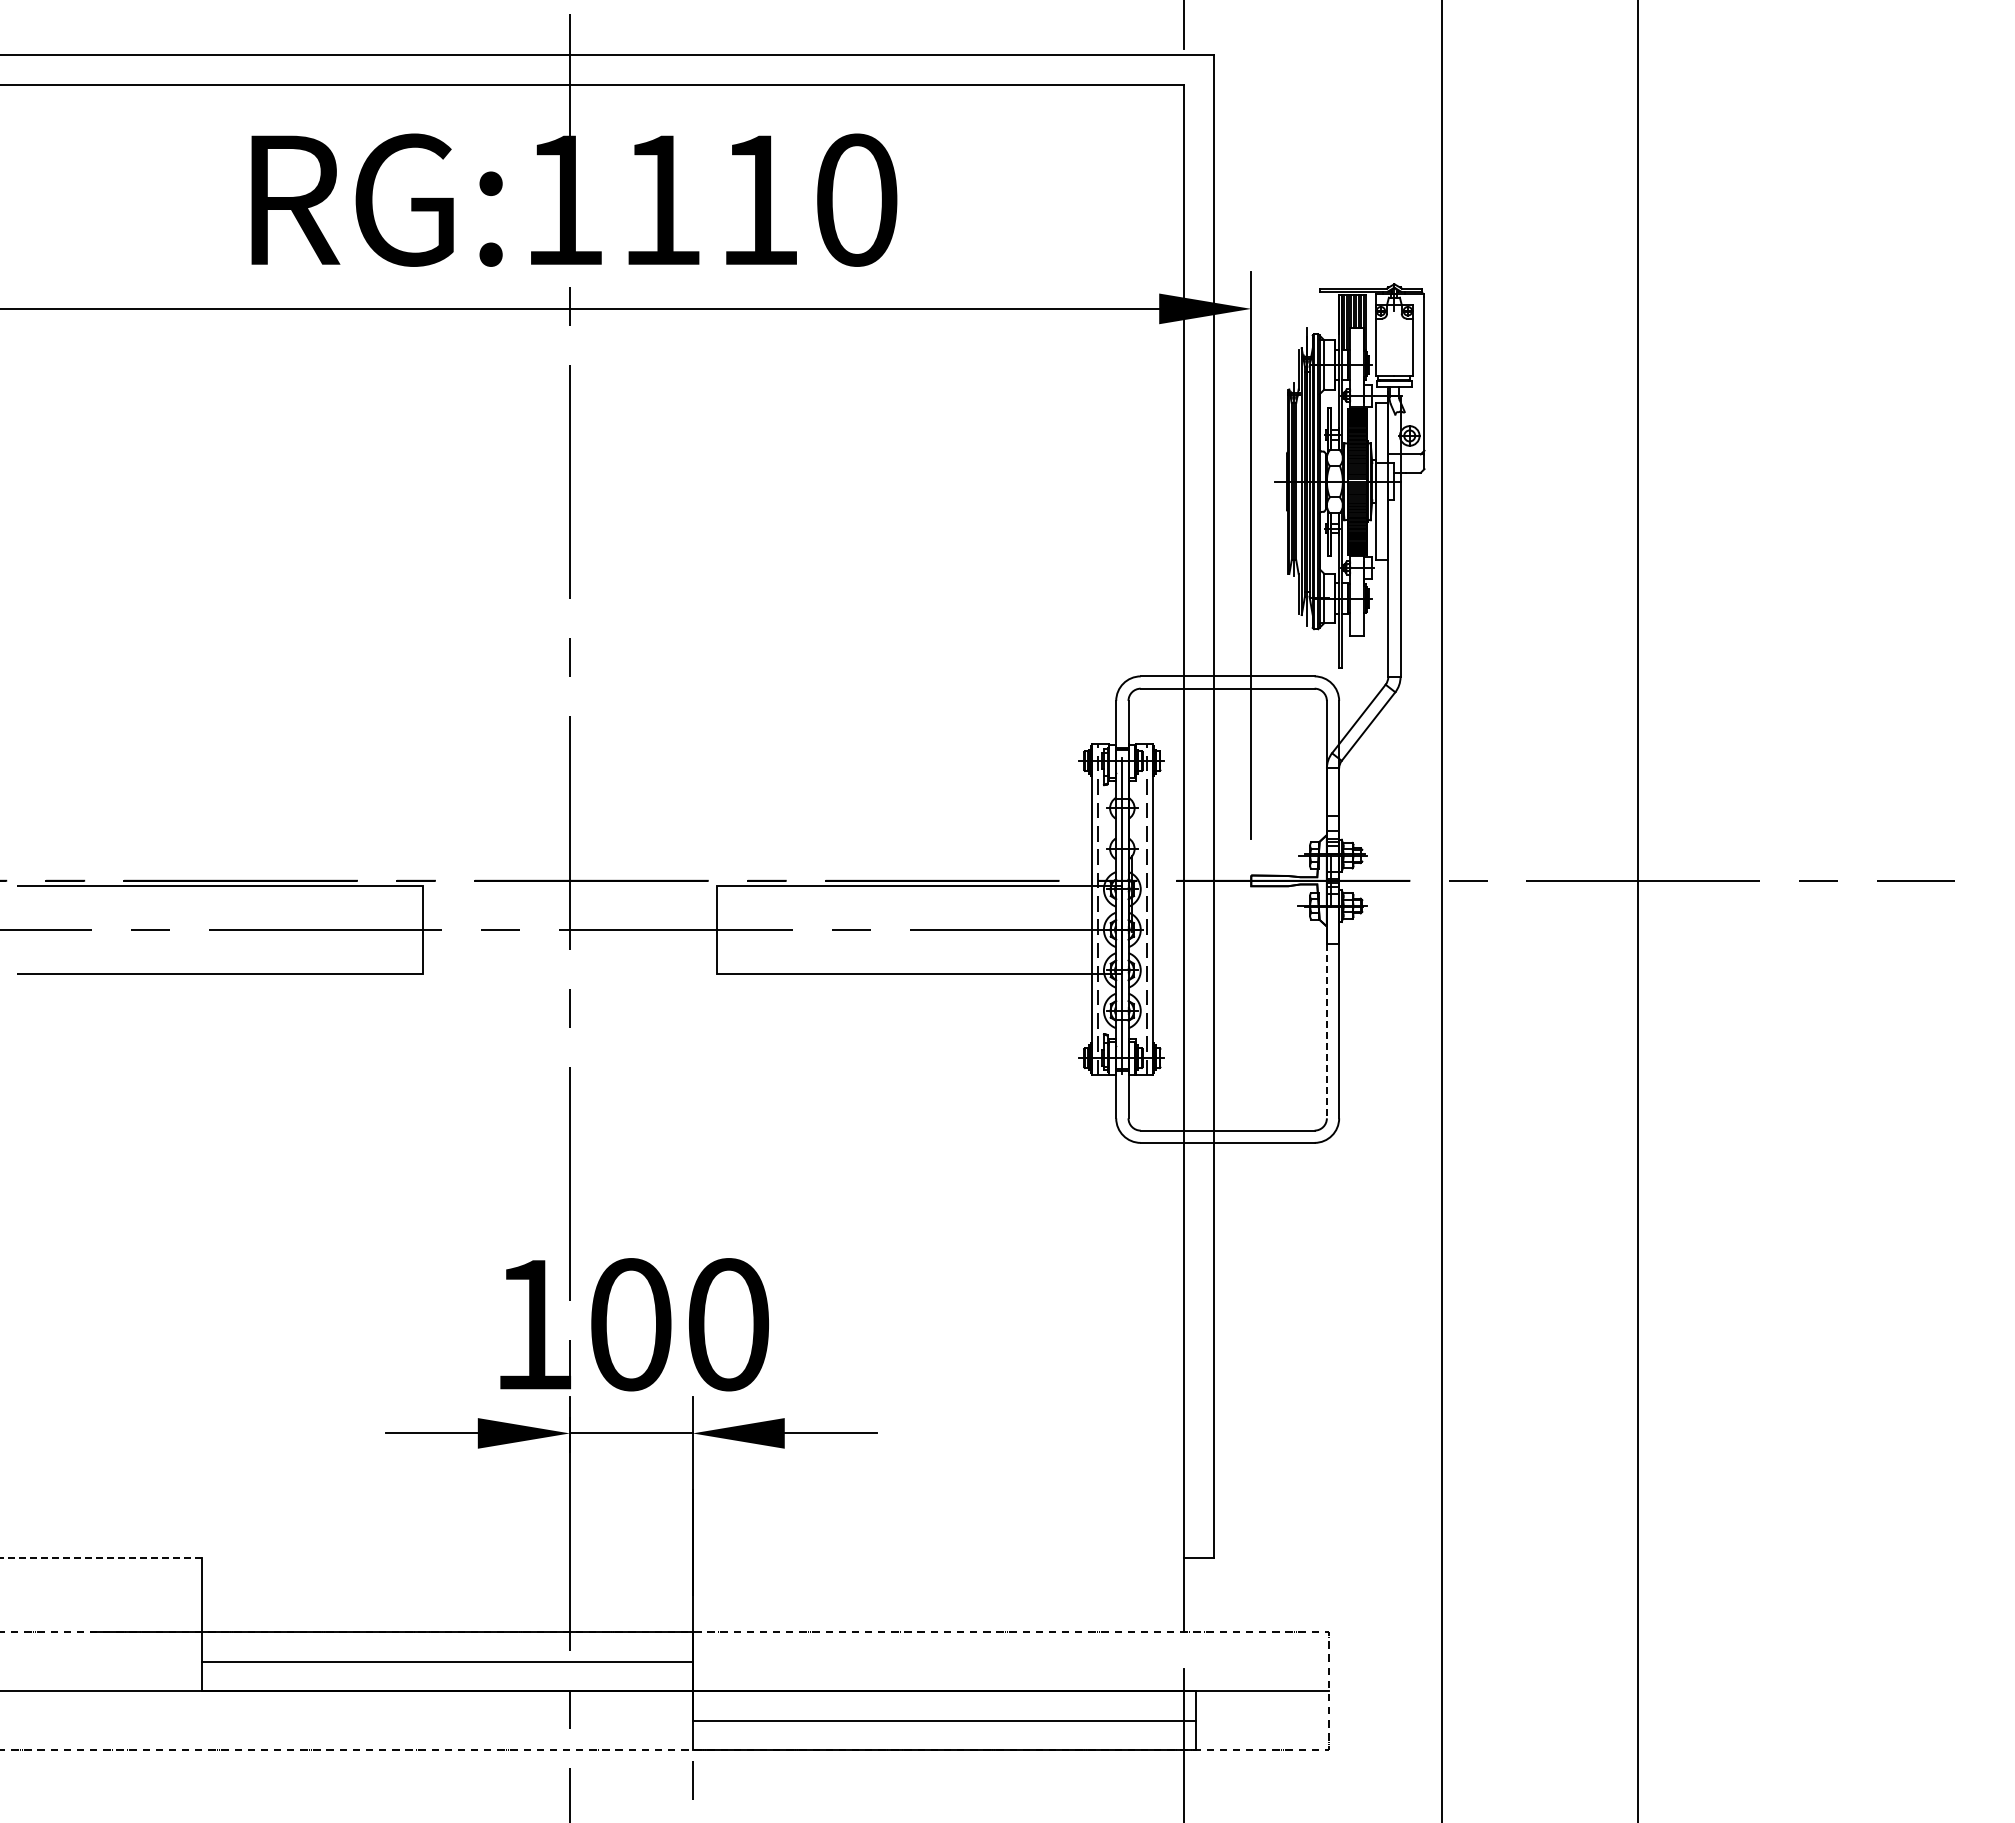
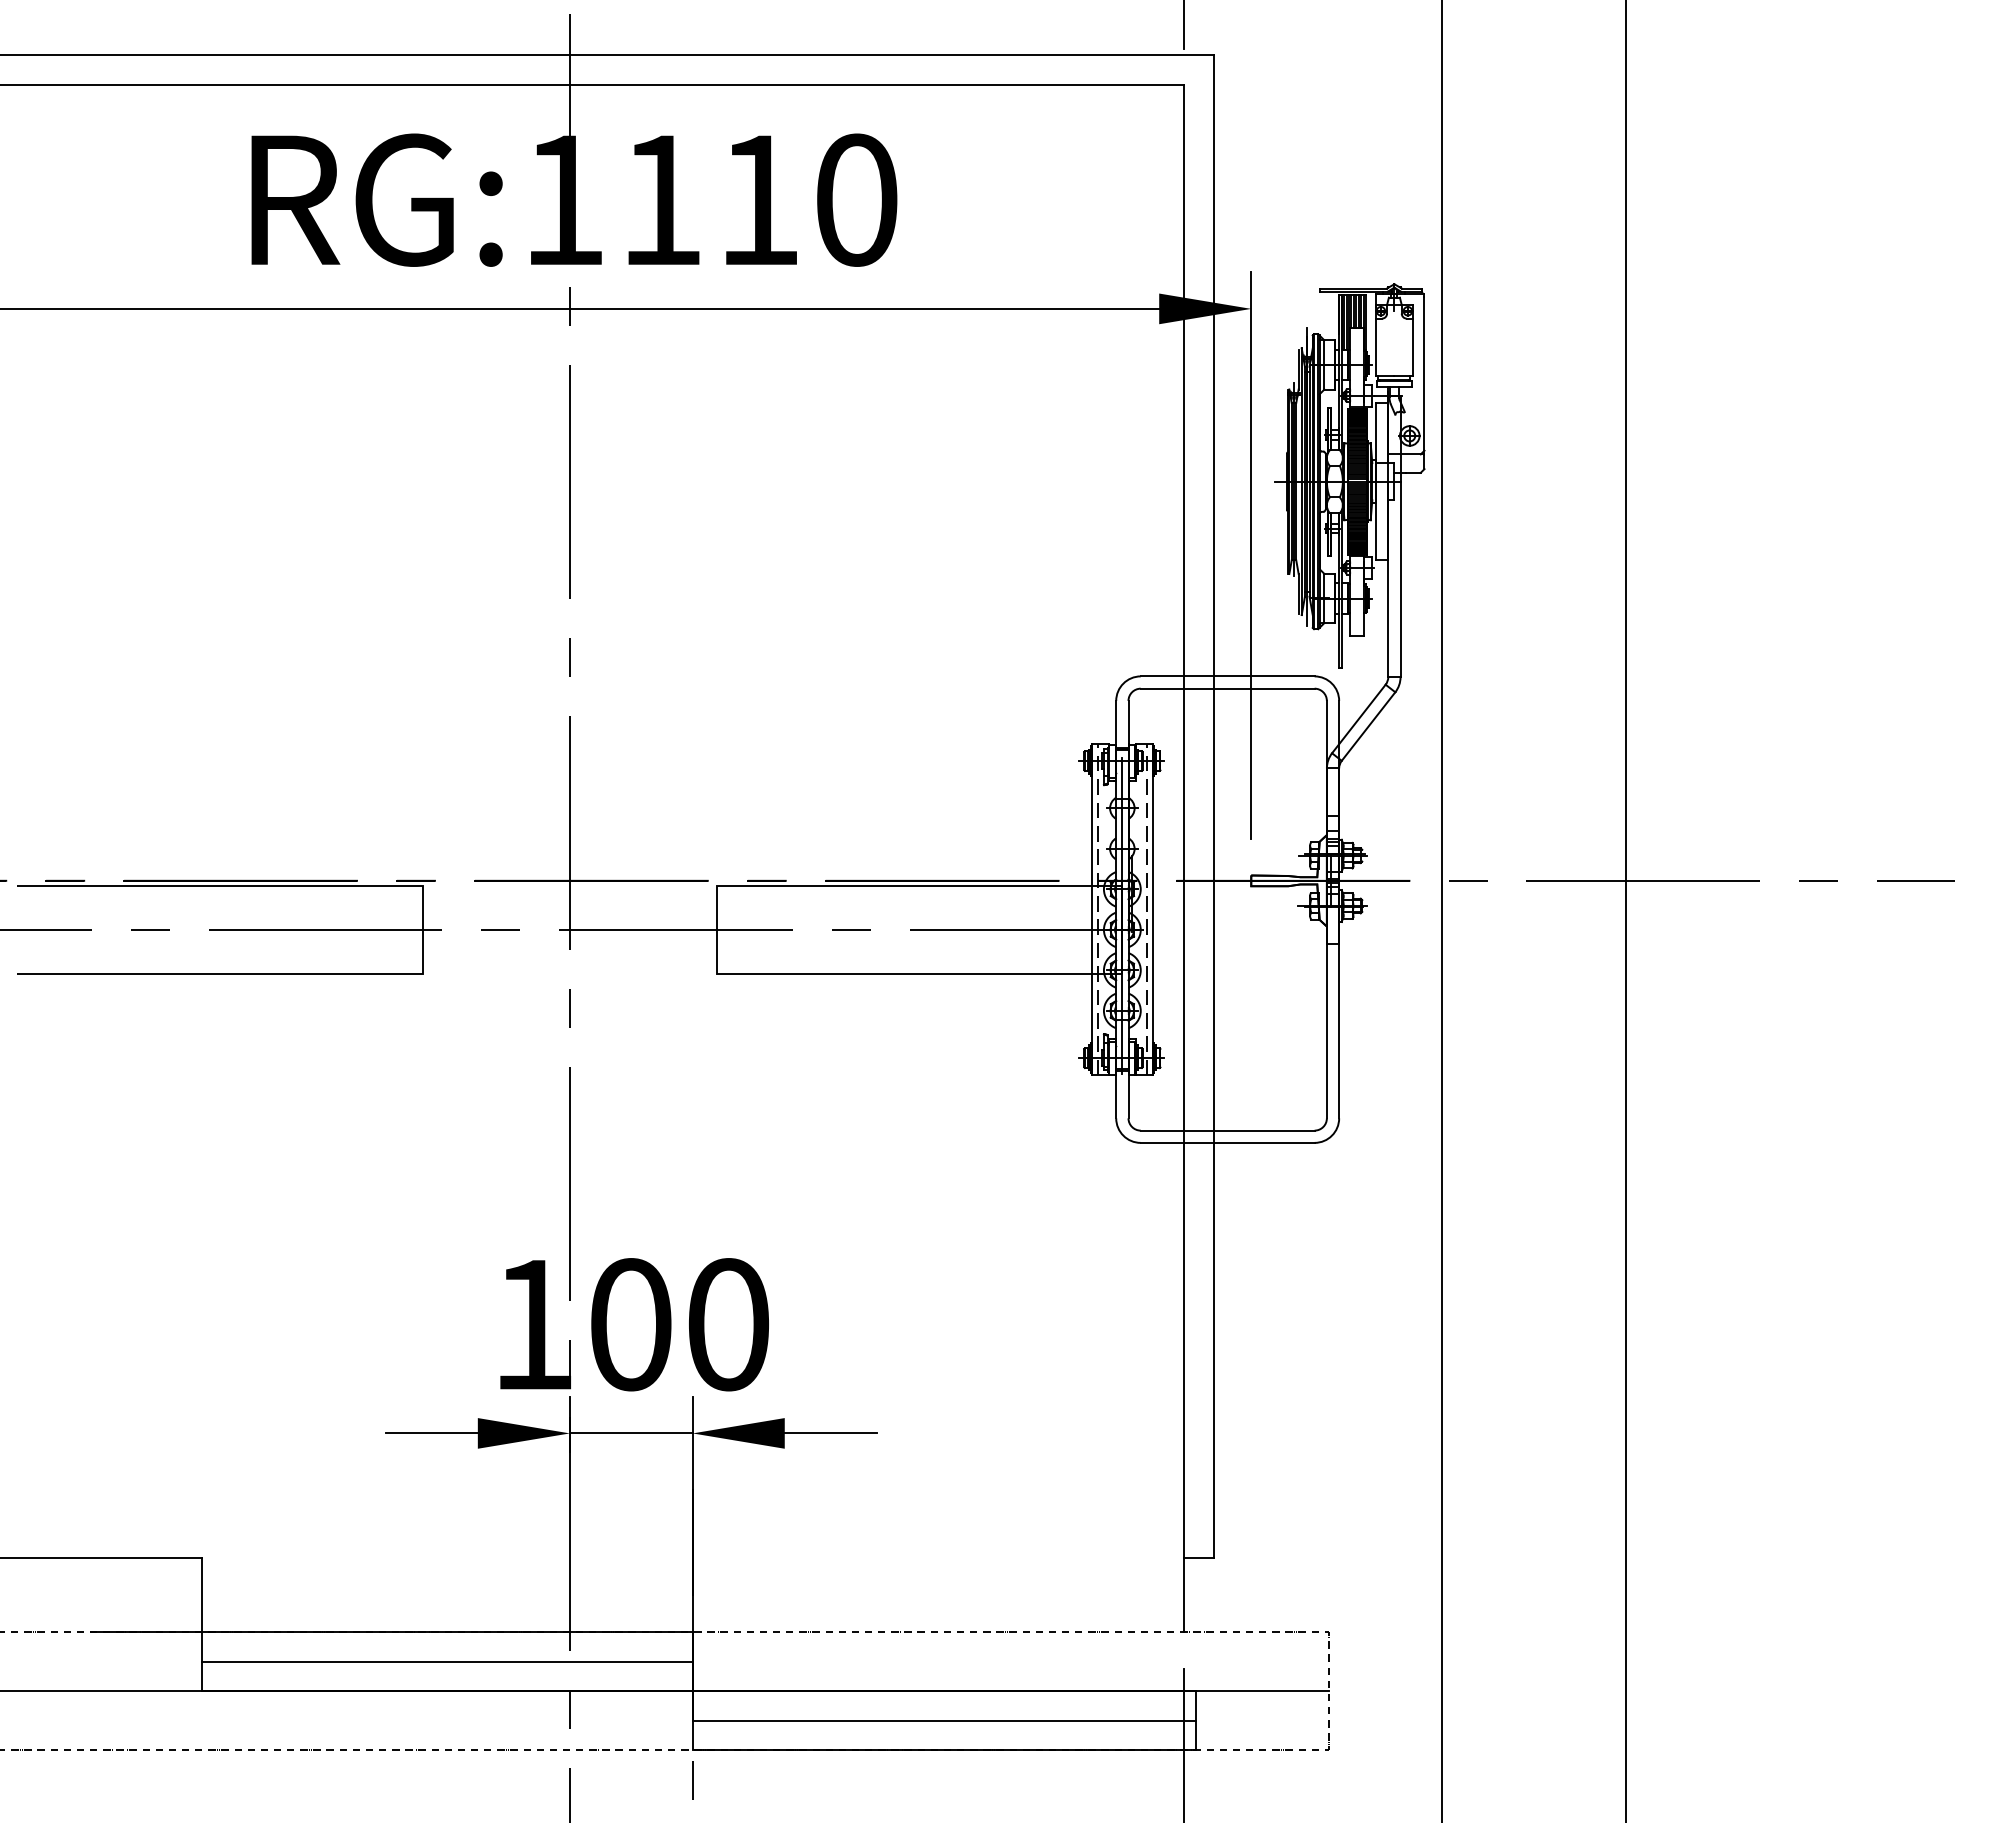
line at (1637, 910) position: (1637, 910) -> (1625, 910)
line at (1326, 1031): dashed -> solid
line at (100, 1558): dashed -> solid
